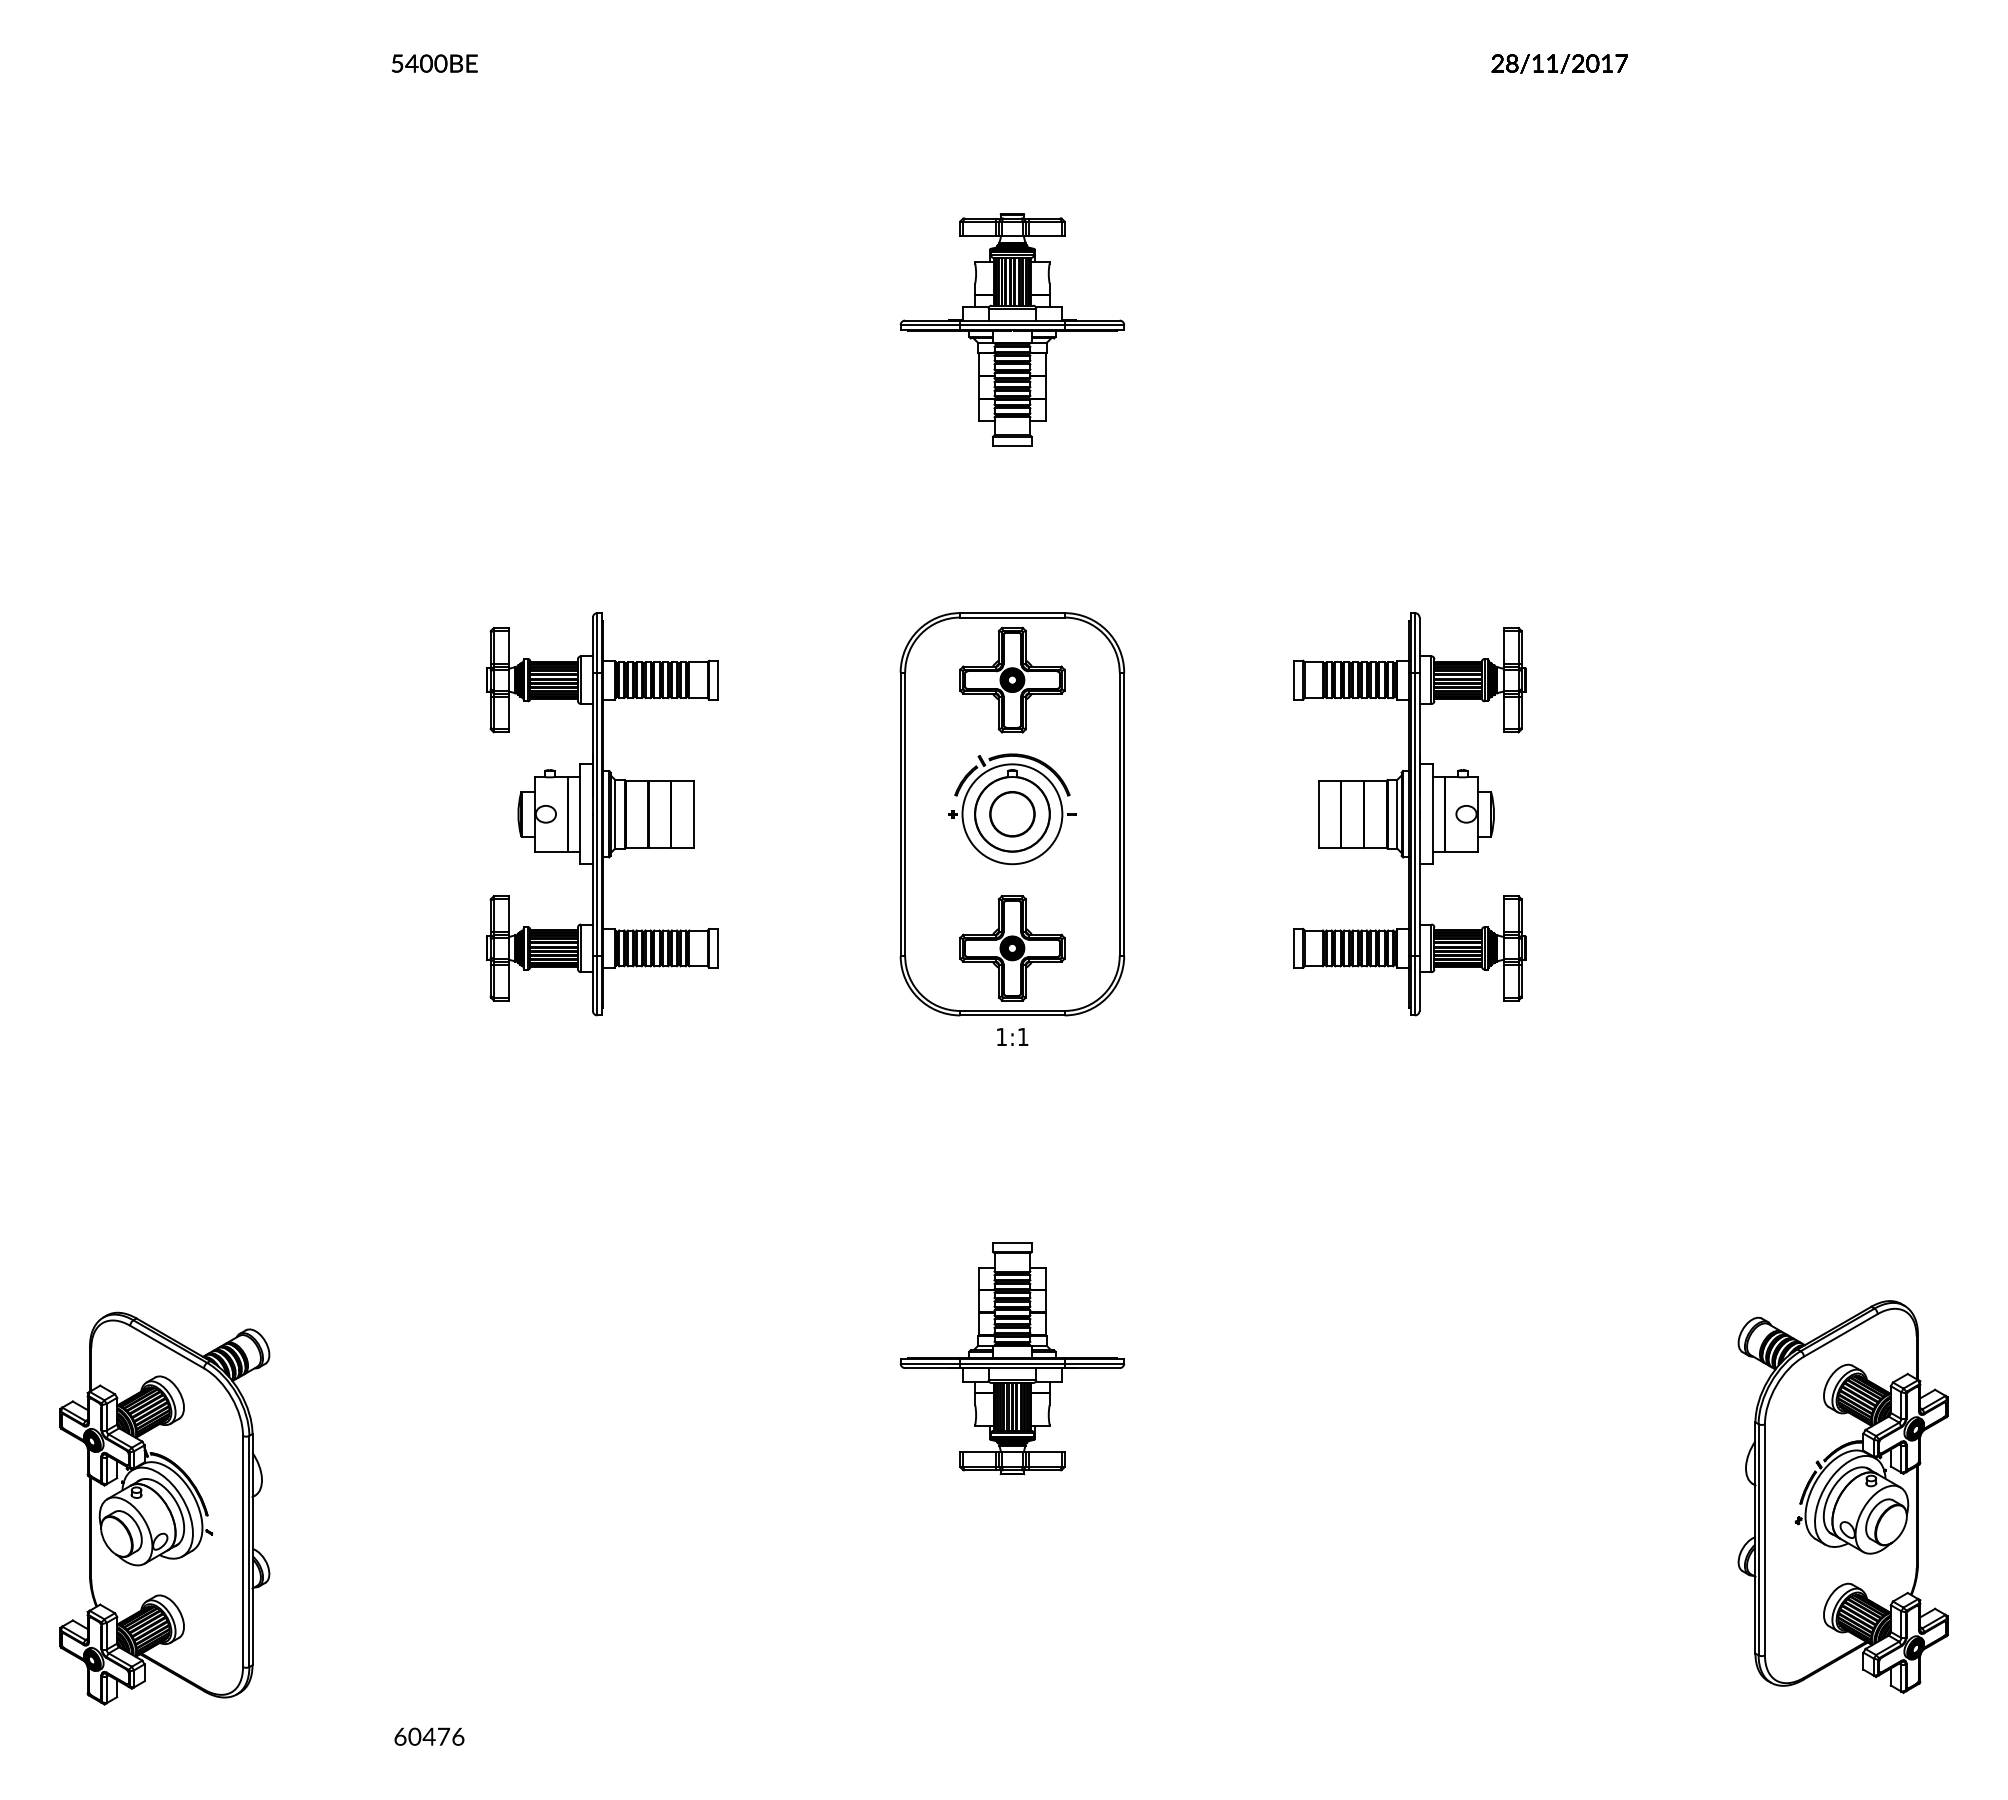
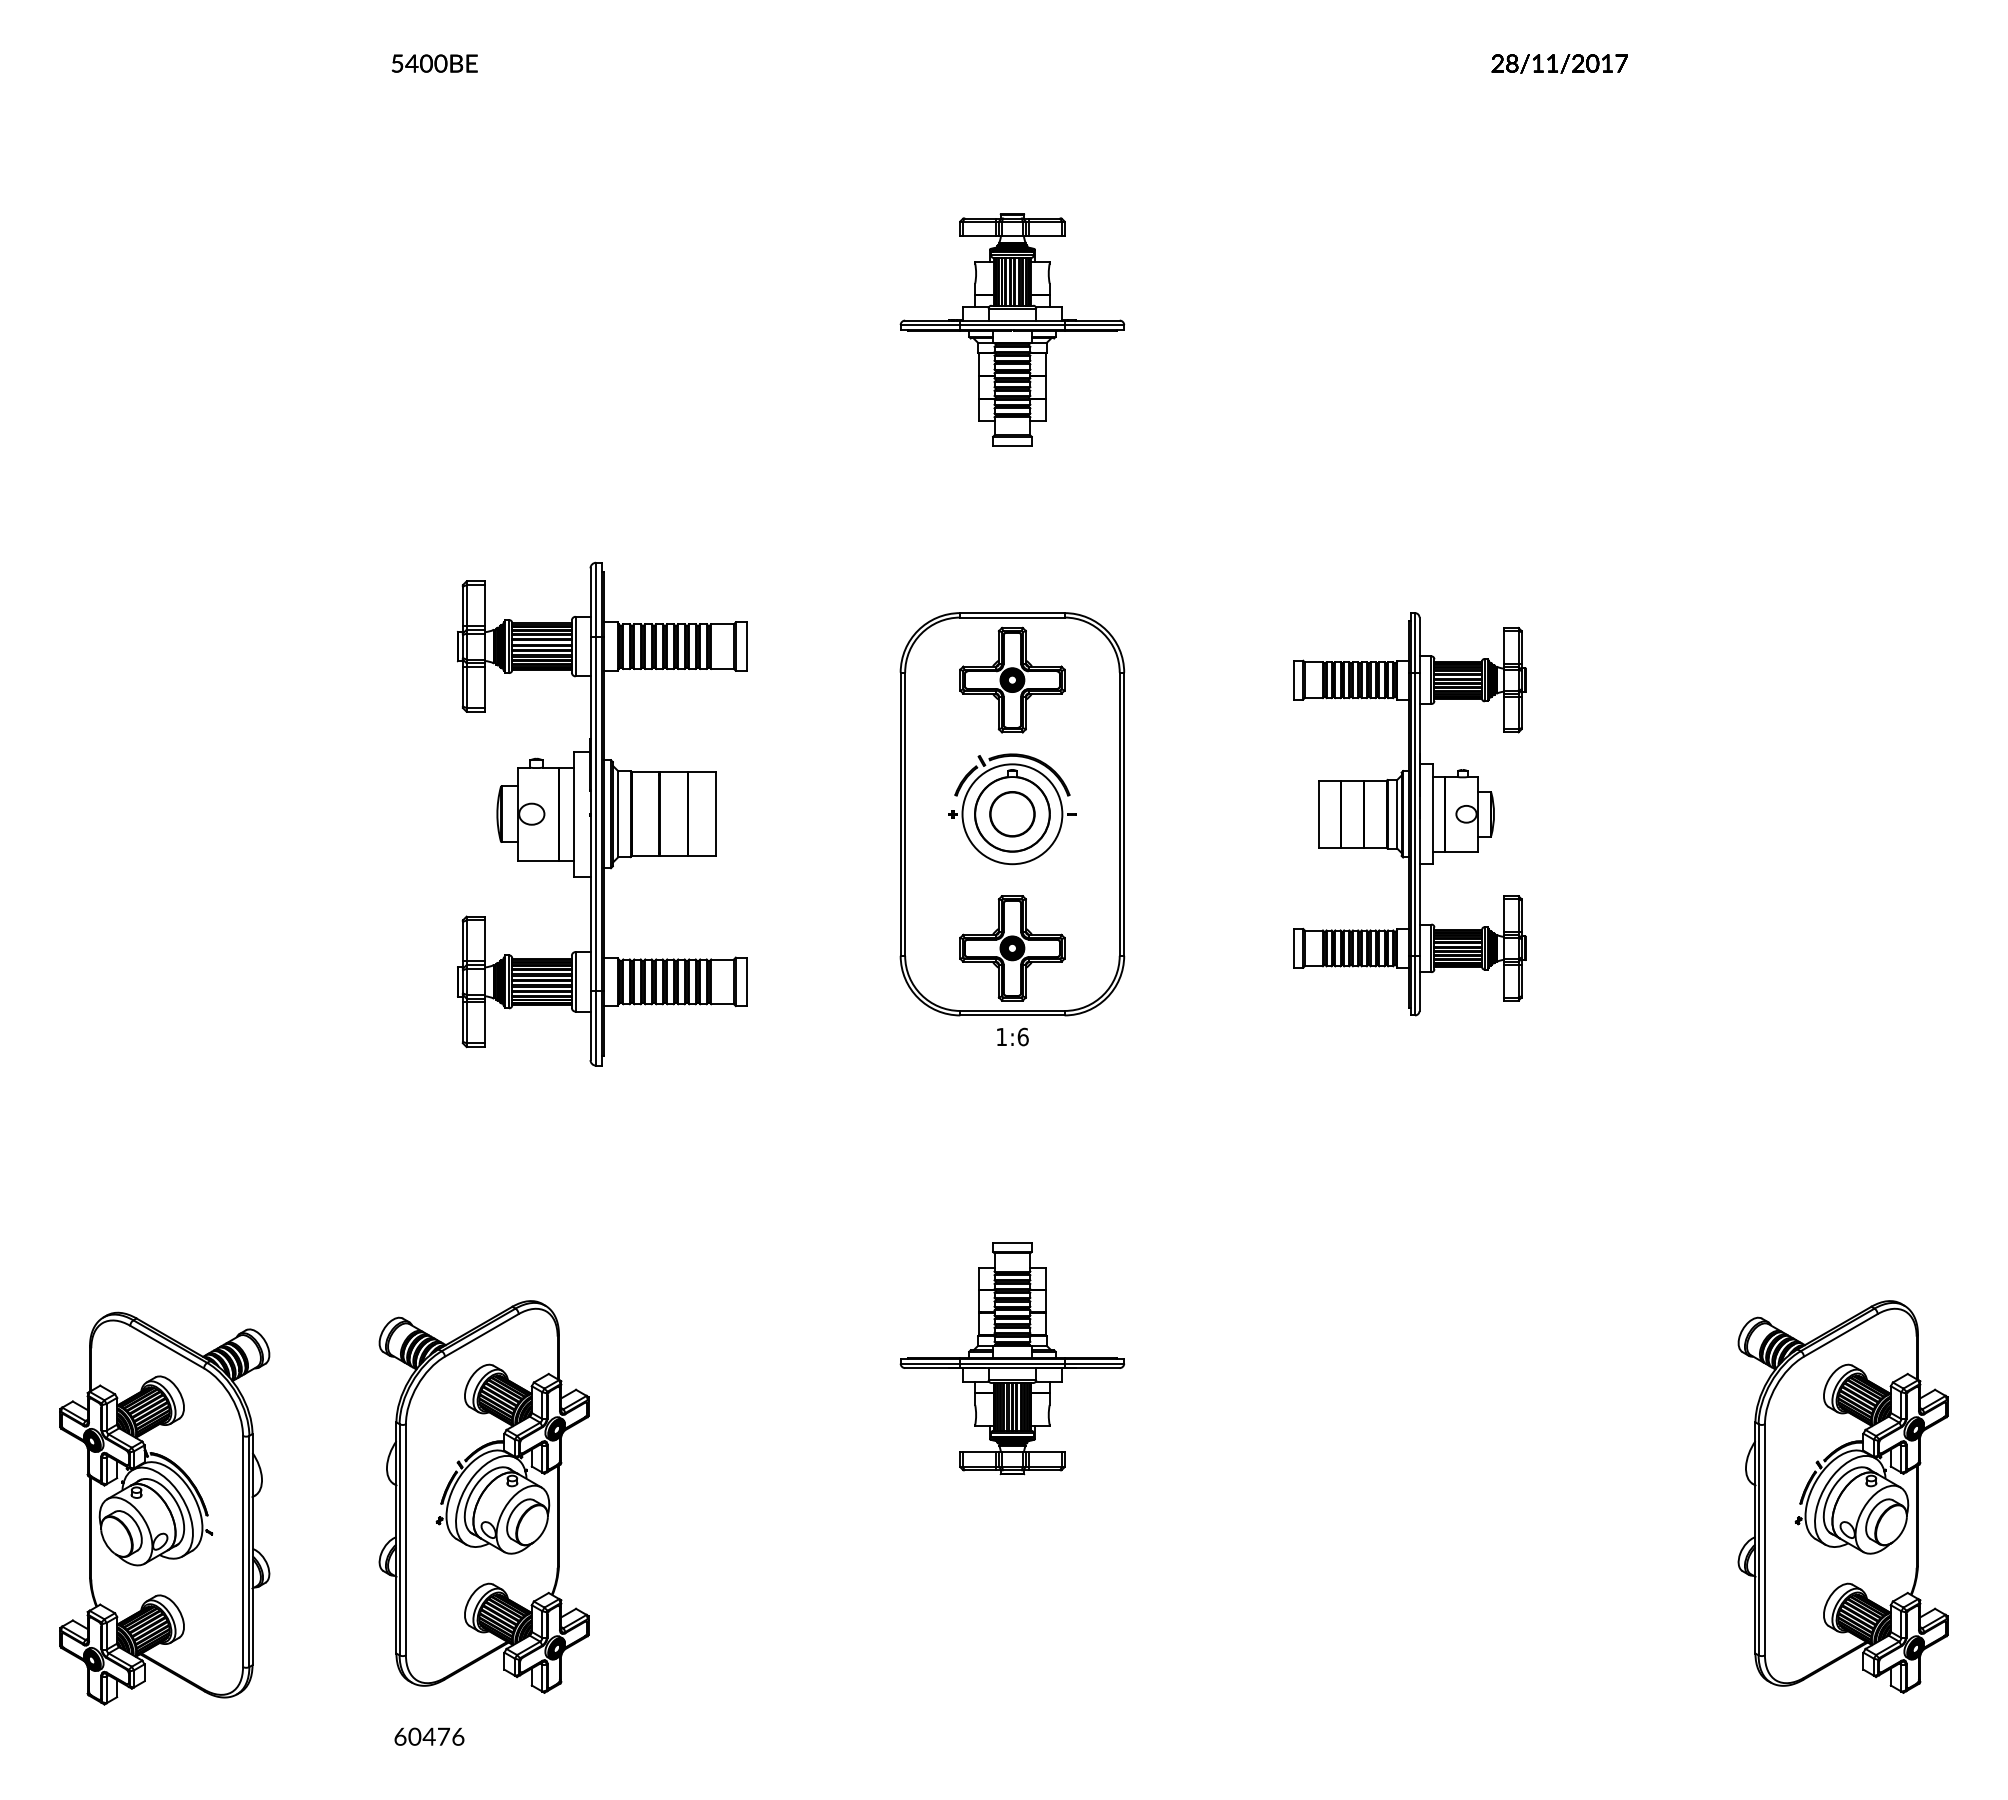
part at (602, 814) size: 233x405 px -> 291x506 px
text at (1022, 1036): 1:1 -> 1:6
part at (483, 1496): none -> present
